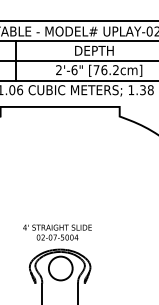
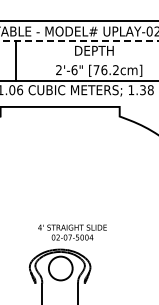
line at (79, 41): solid -> dashed
line at (78, 60): present -> none
text at (57, 232) position: (57, 232) -> (72, 232)
